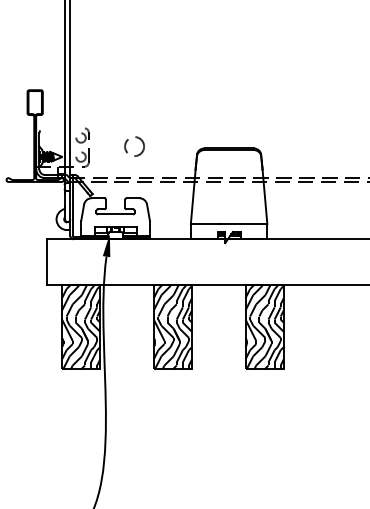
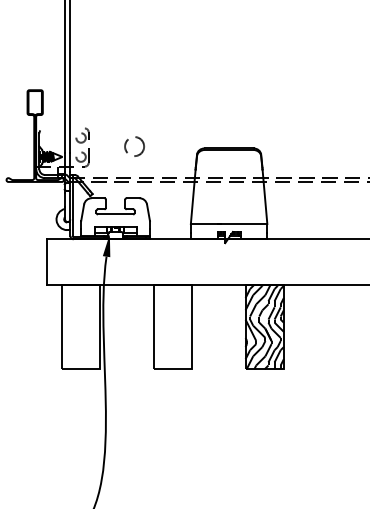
hatch at (81, 327): present -> none
hatch at (172, 327): present -> none
